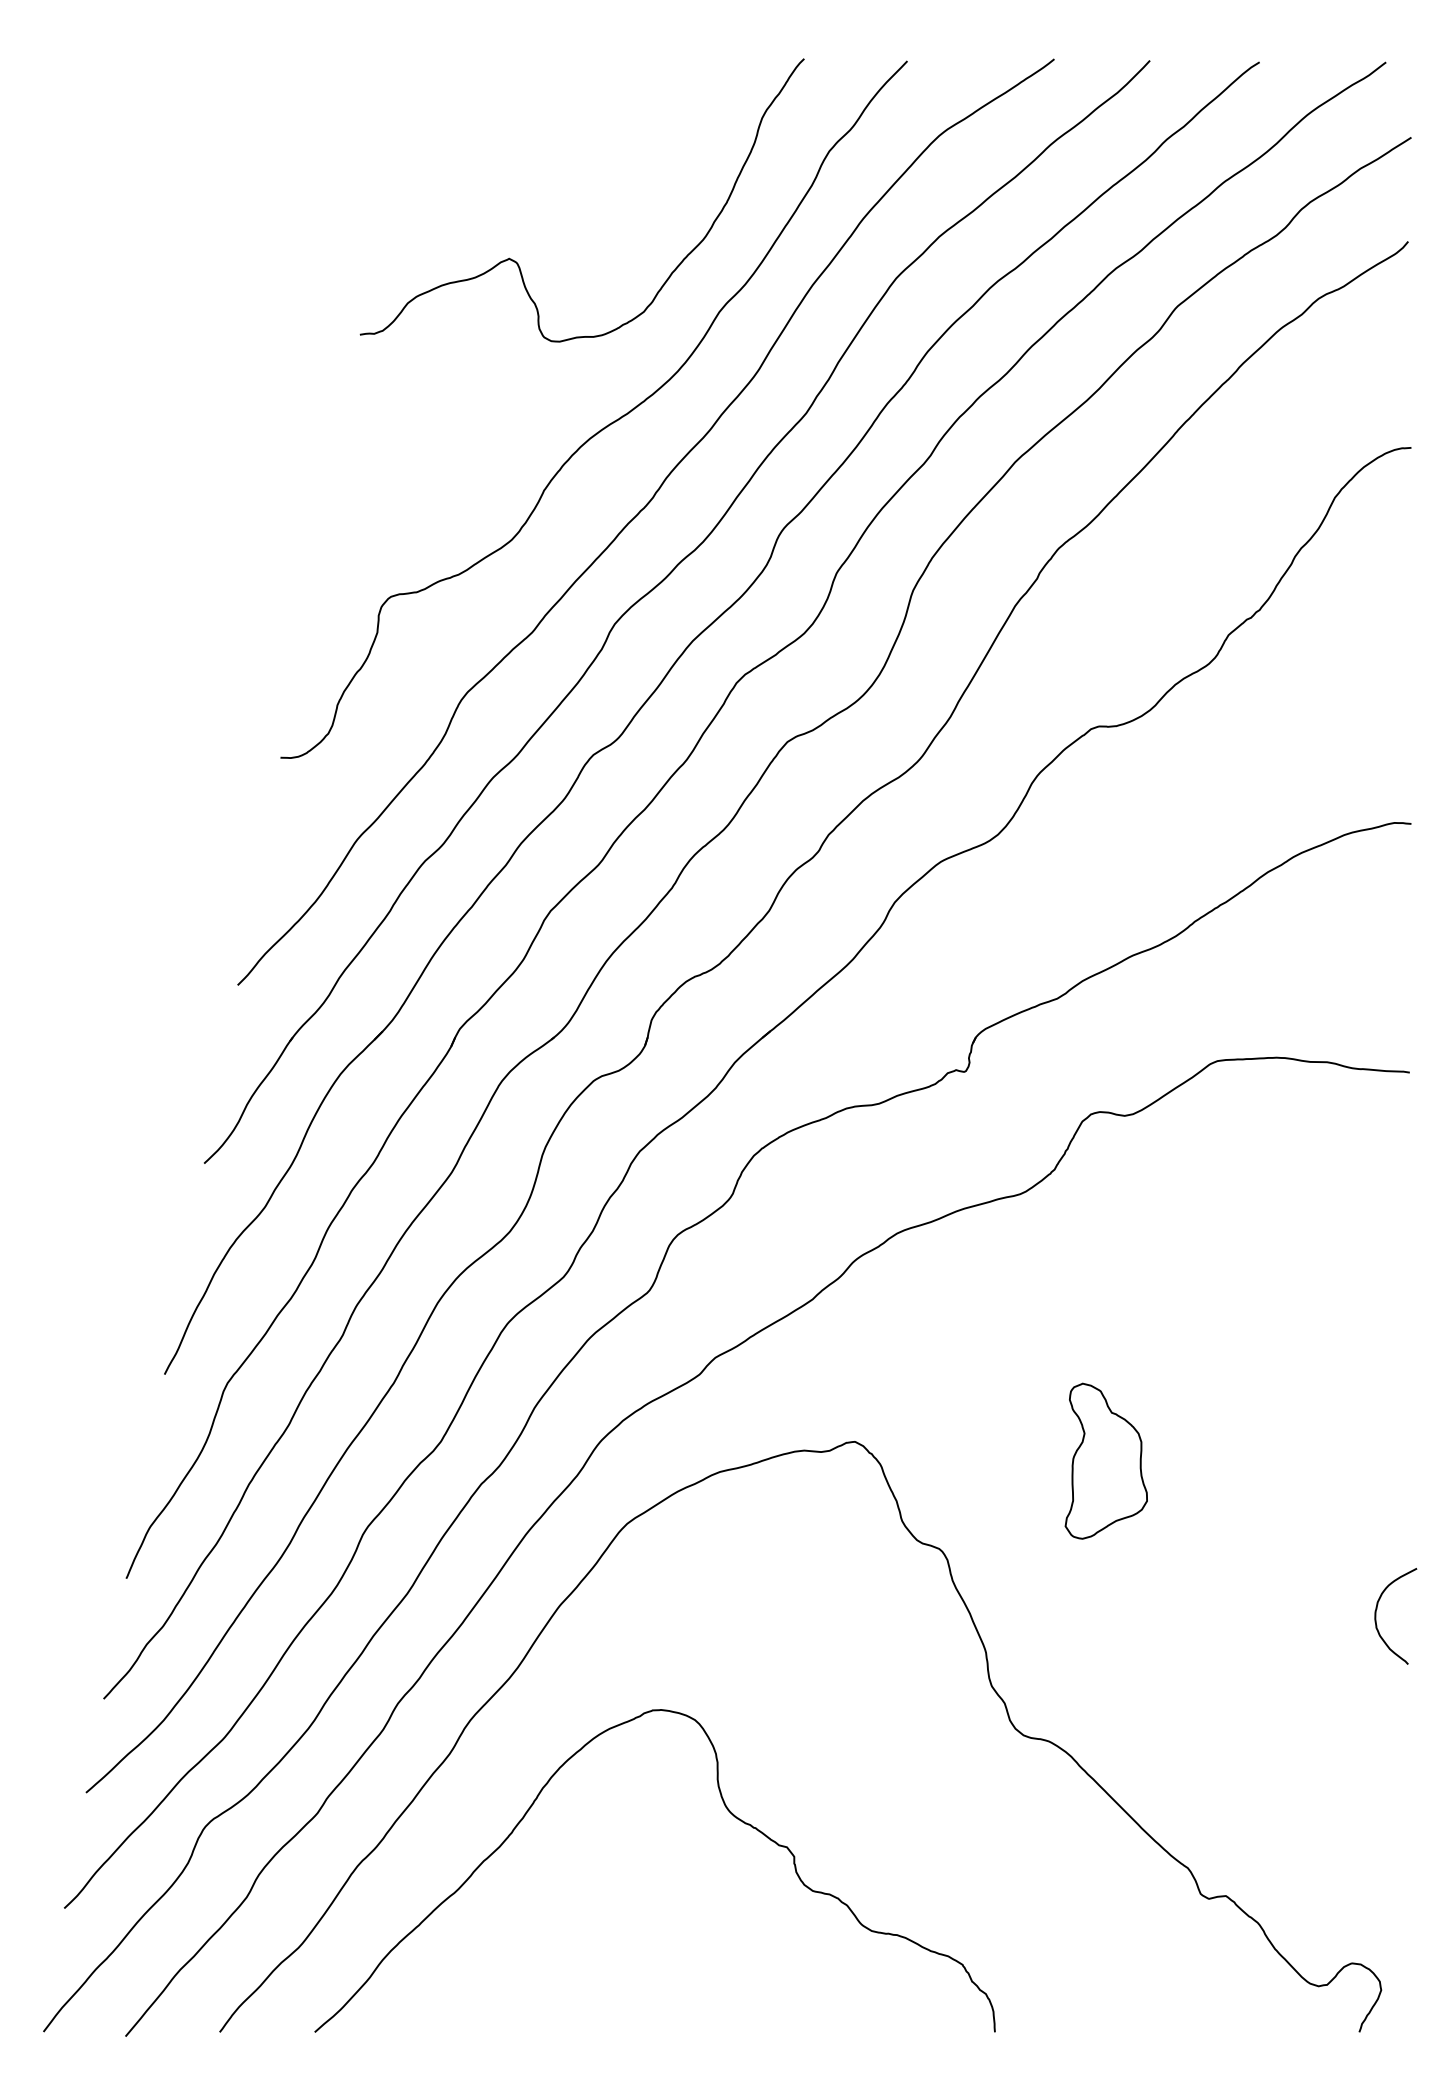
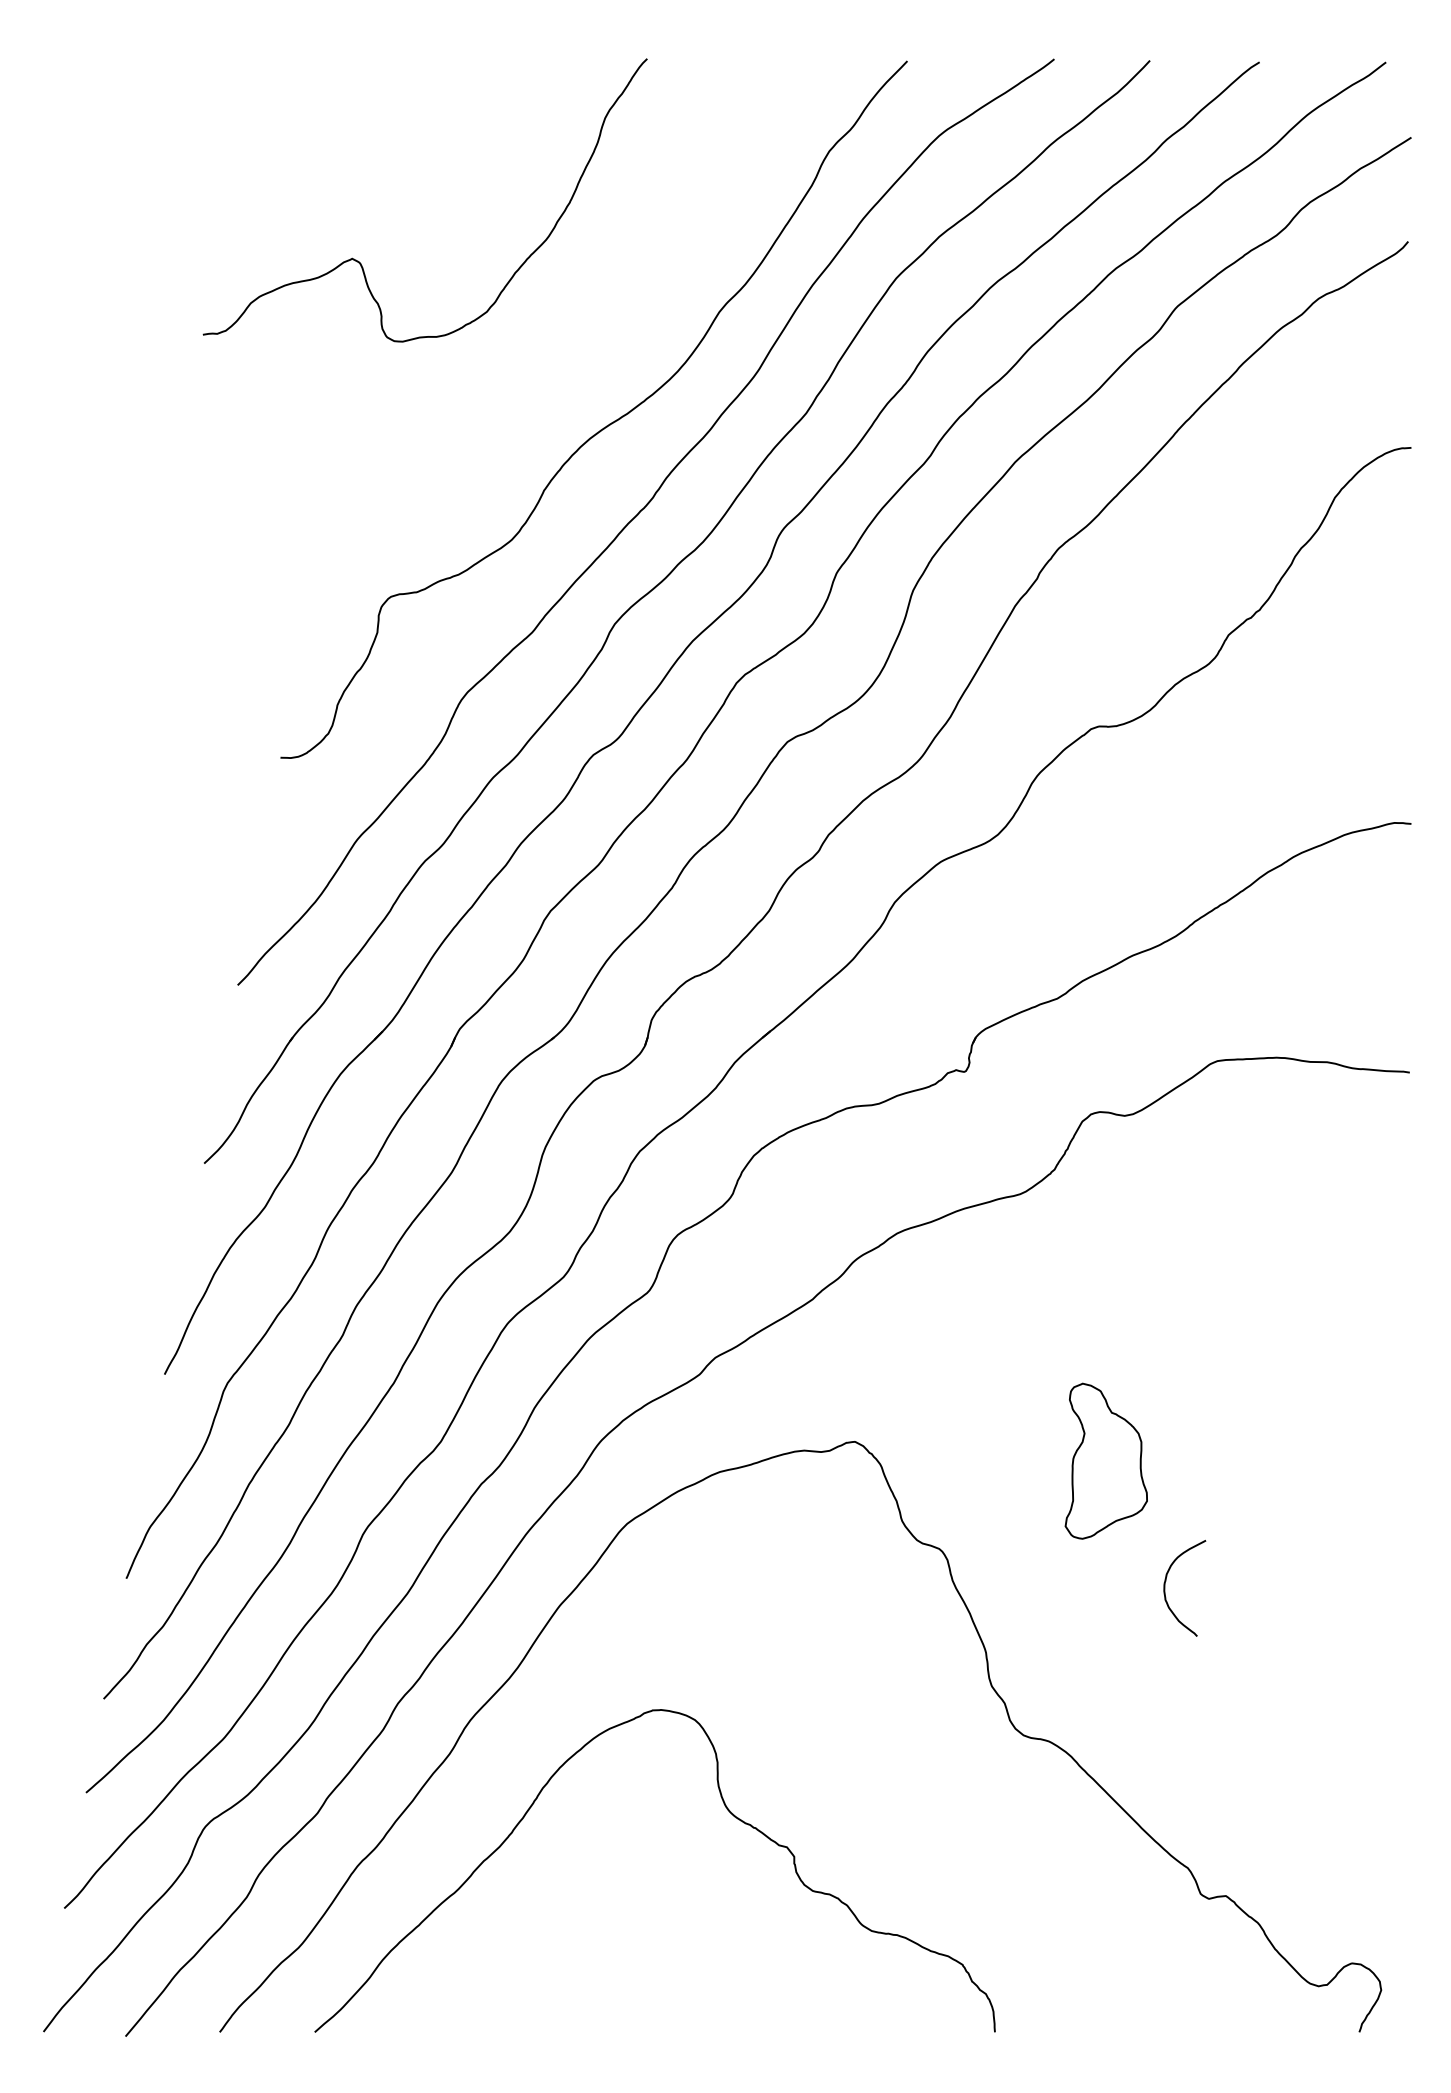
curve at (518, 263) position: (518, 263) -> (361, 263)
curve at (1376, 1616) position: (1376, 1616) -> (1165, 1588)
